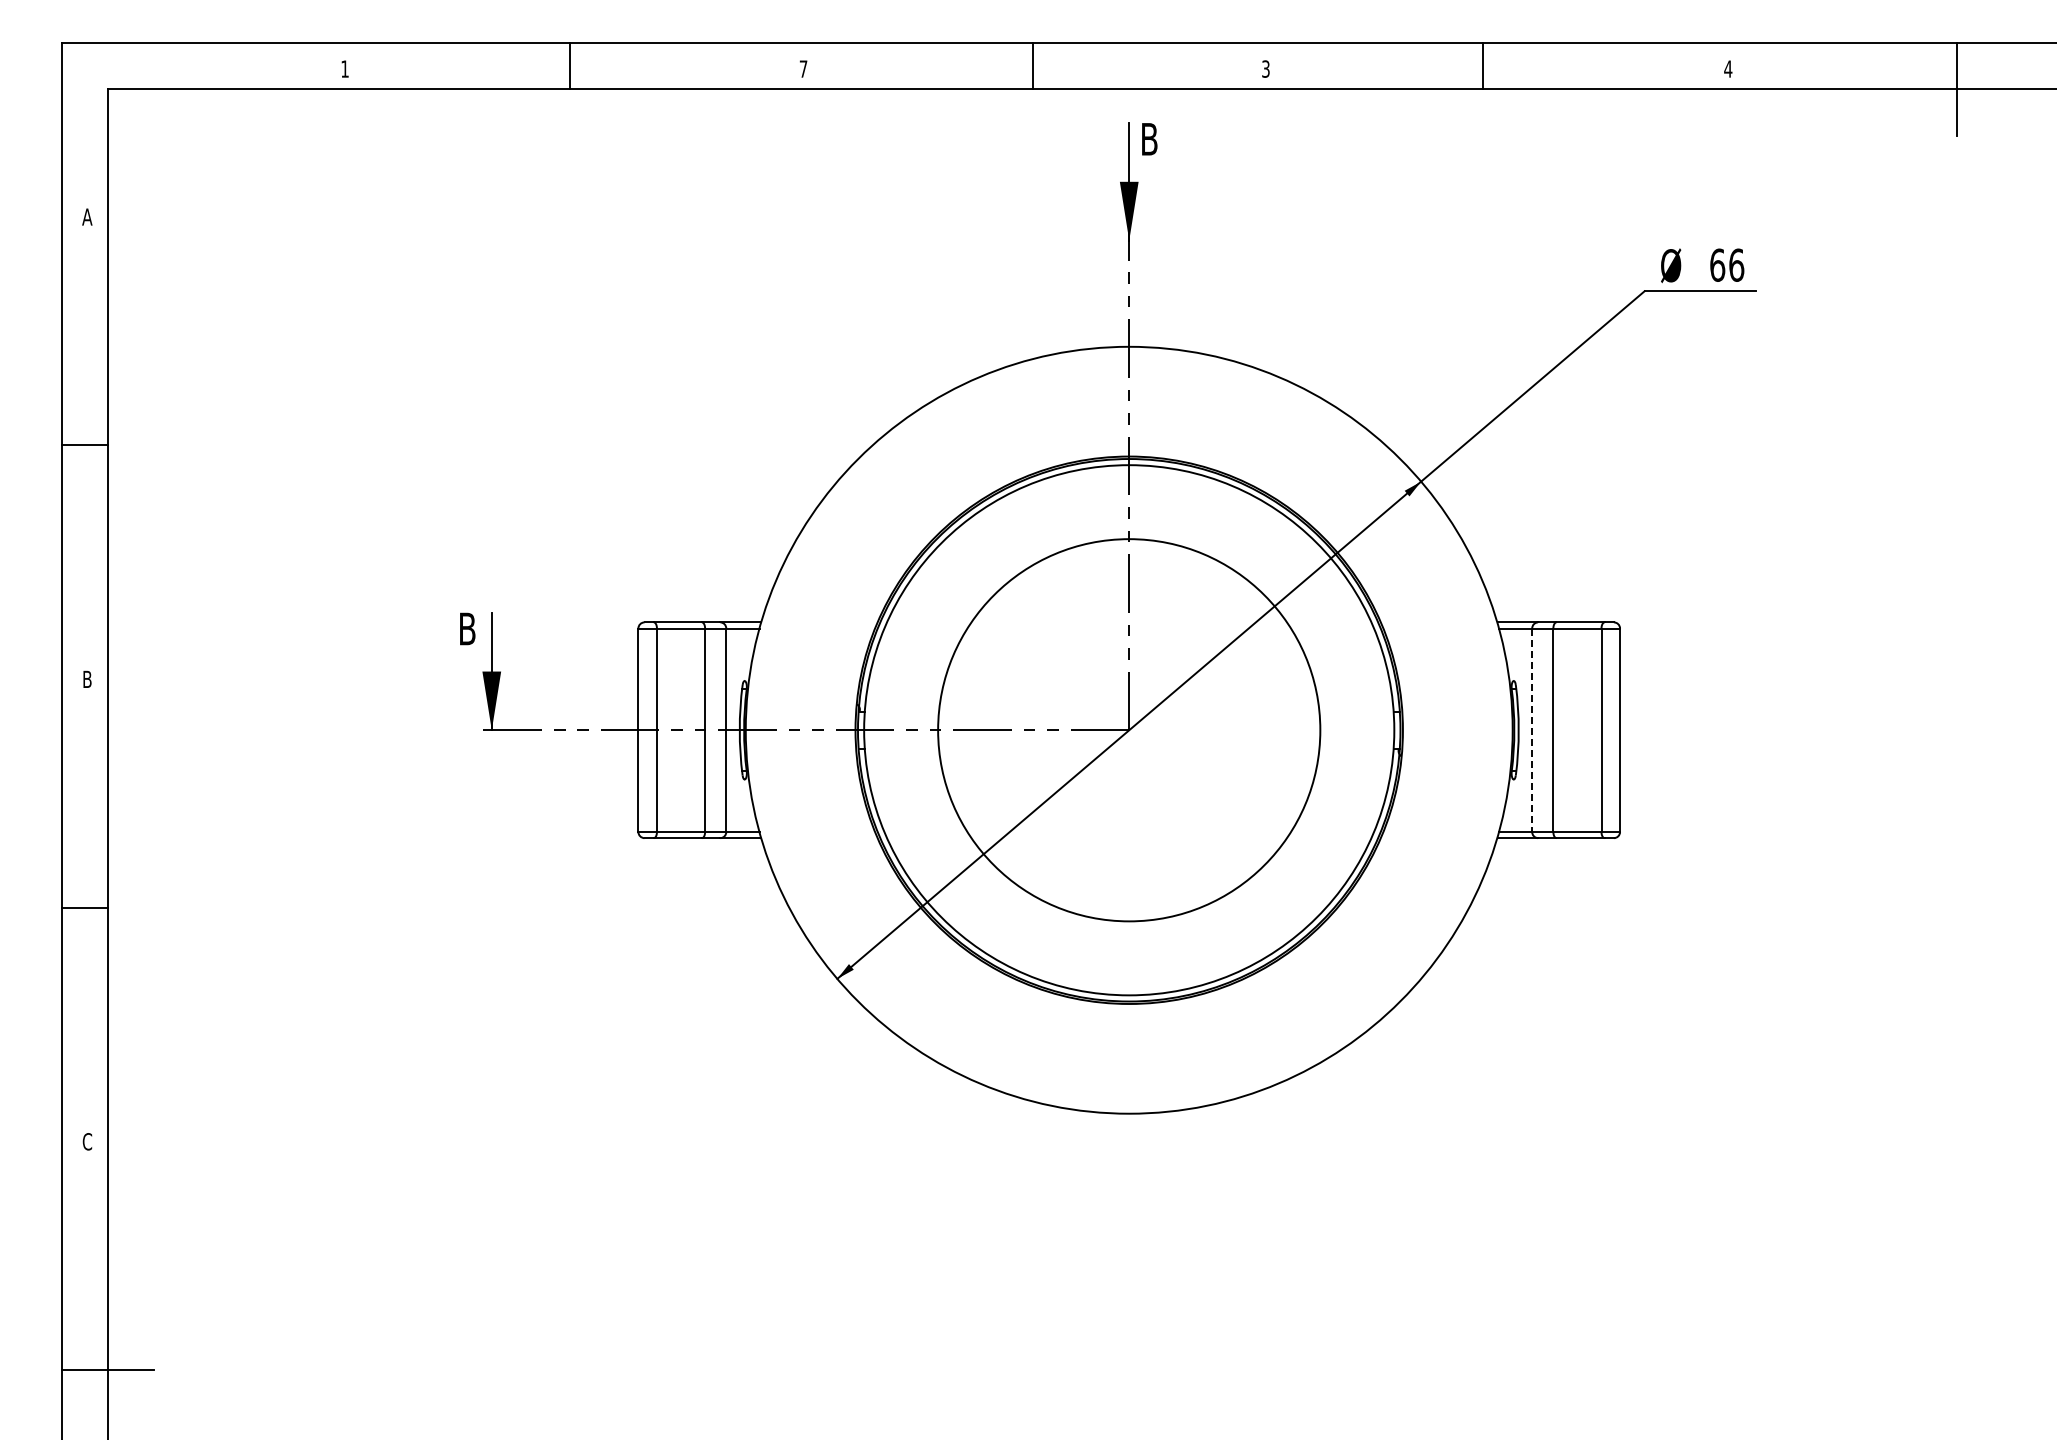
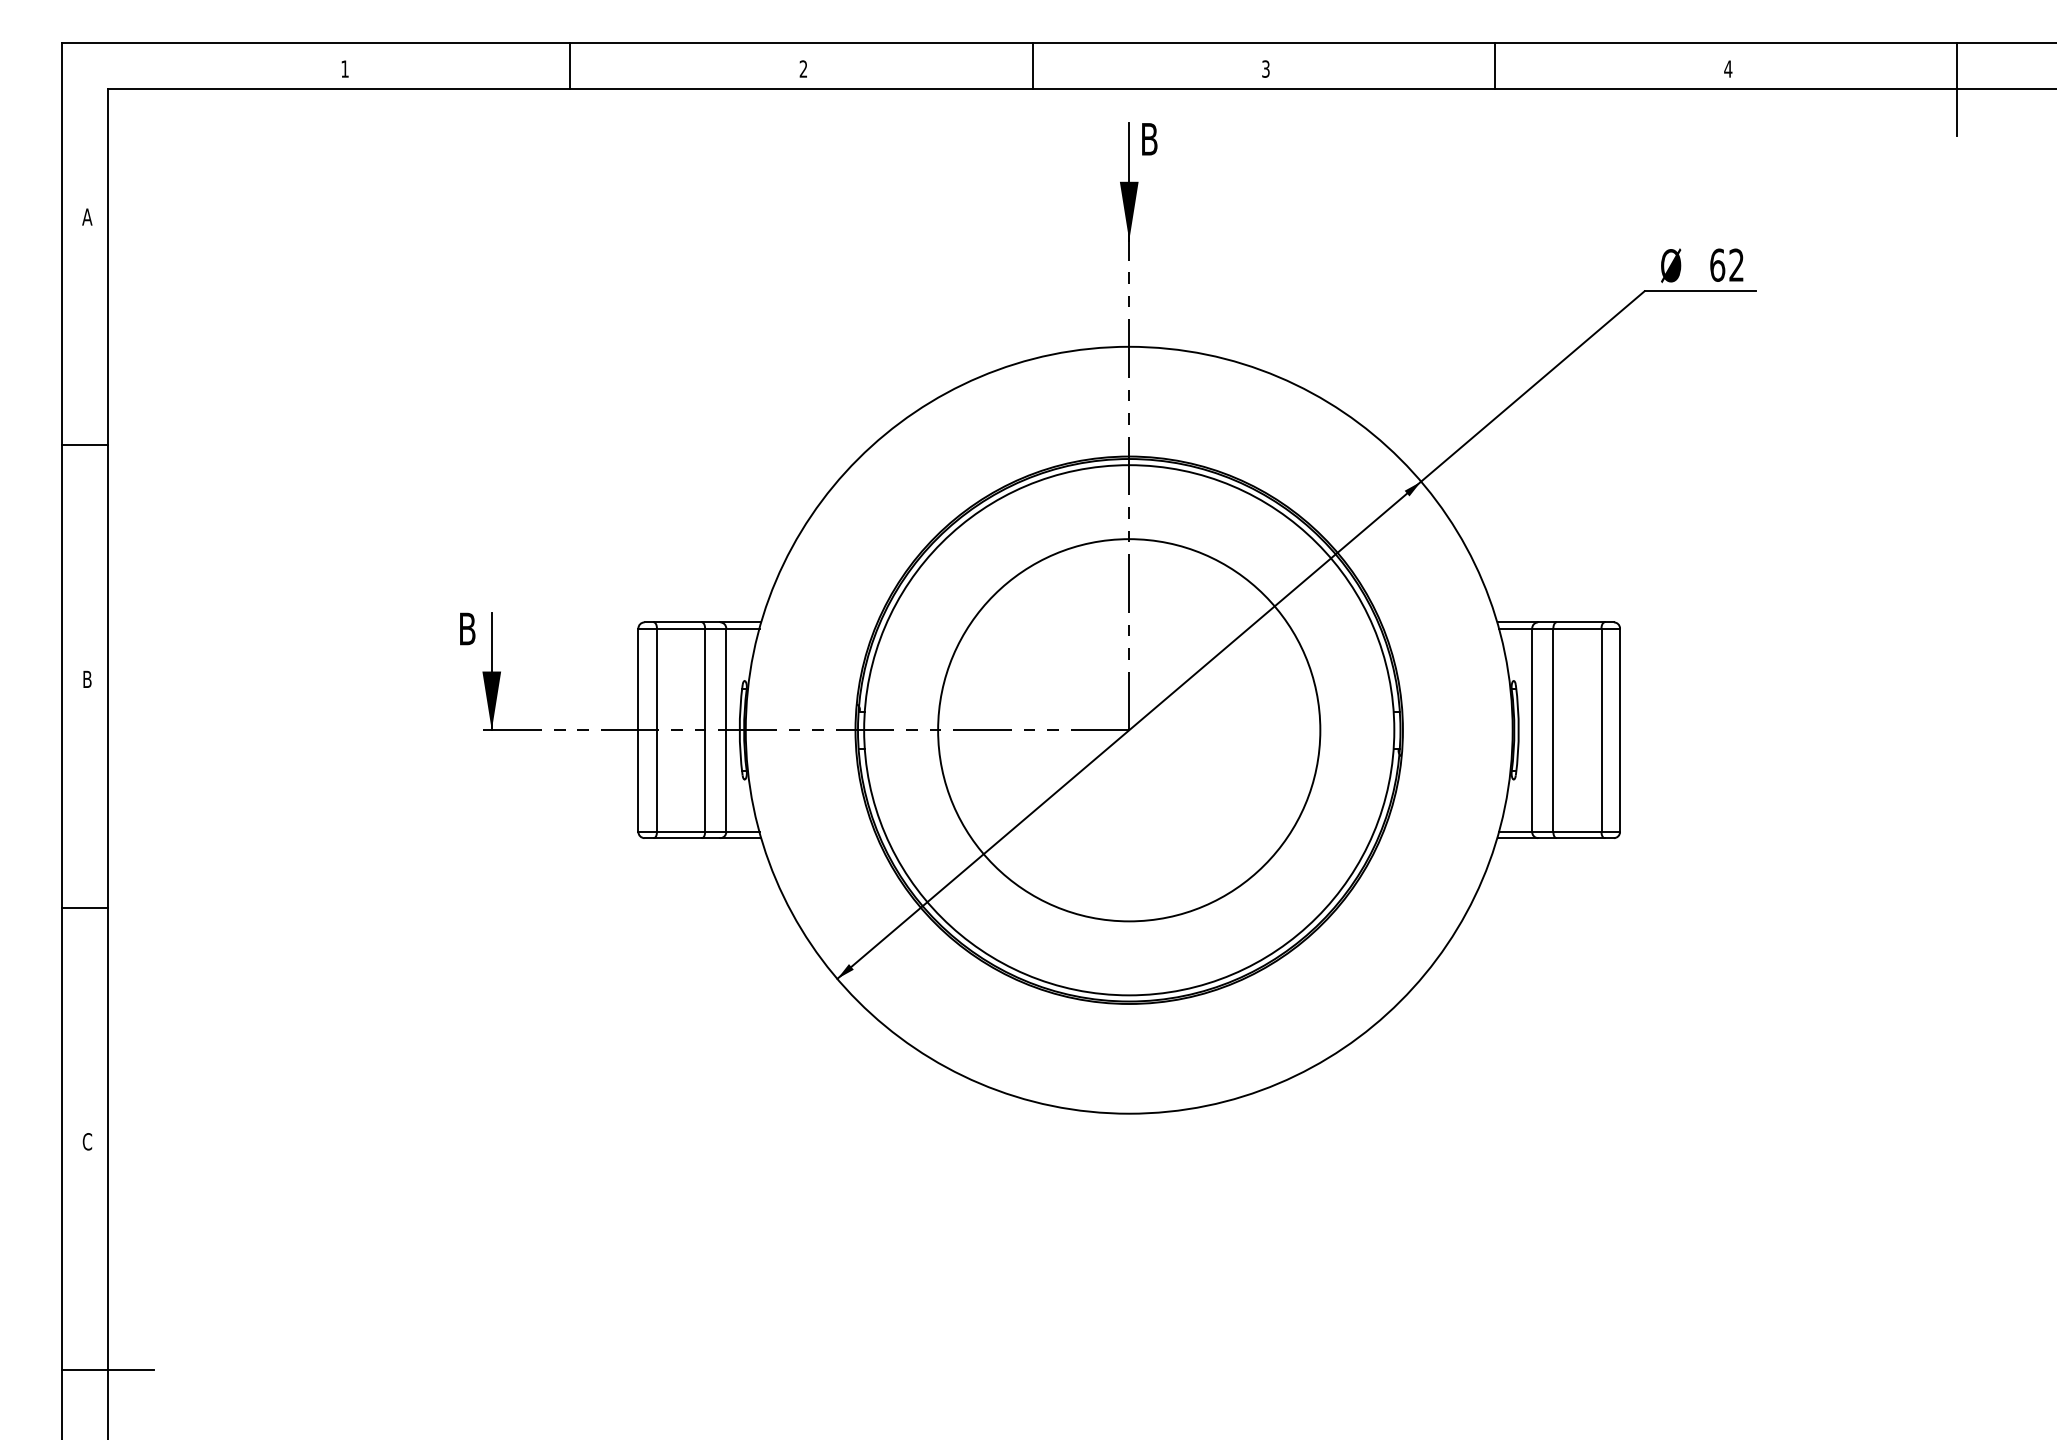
line at (1483, 66) position: (1483, 66) -> (1495, 66)
text at (803, 68): 7 -> 2
text at (1736, 264): 66 -> 62
line at (1532, 730): dashed -> solid
